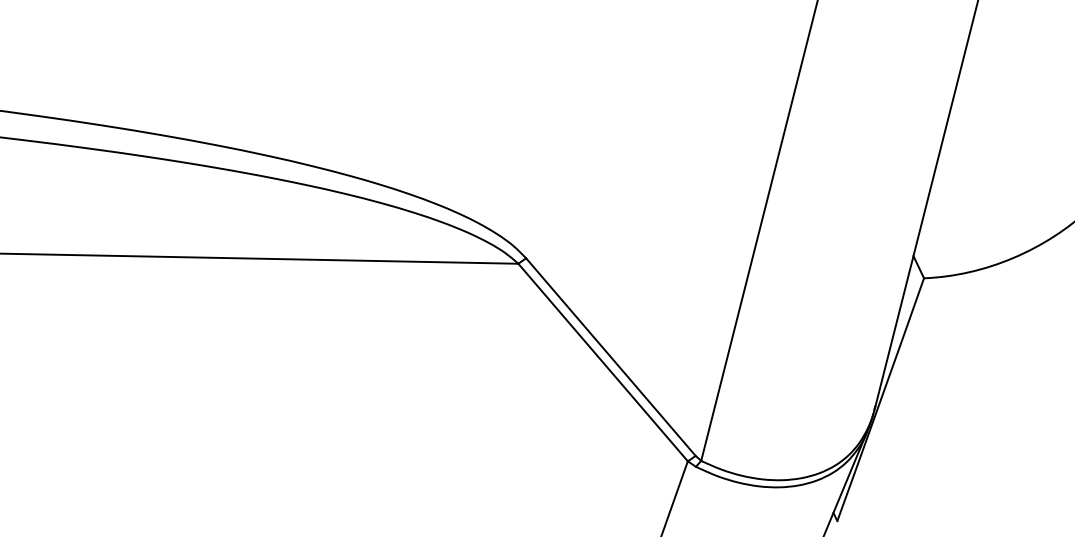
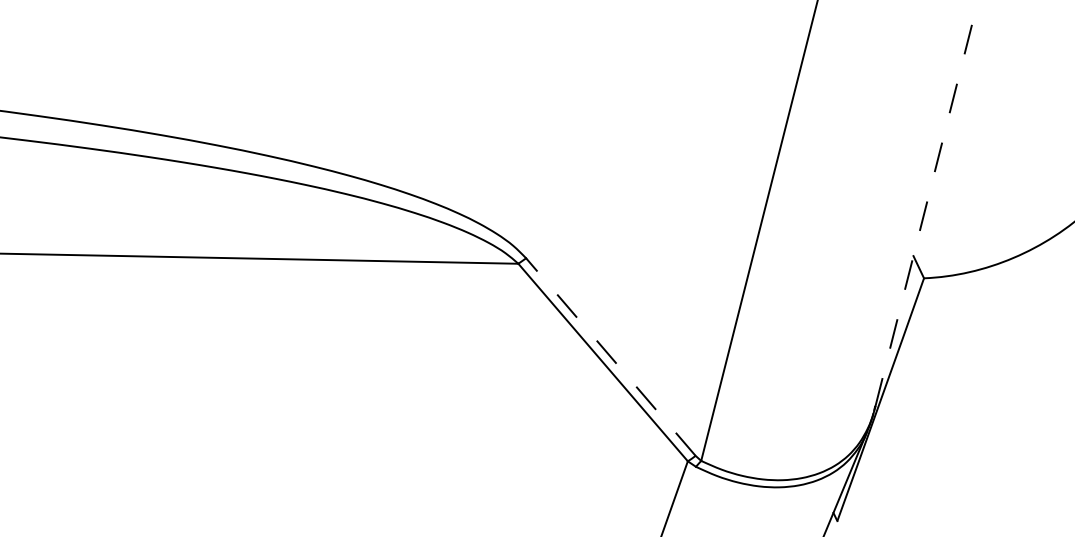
line at (926, 204): solid -> dashed
line at (610, 356): solid -> dashed
